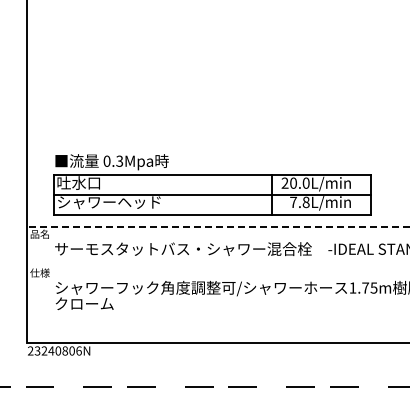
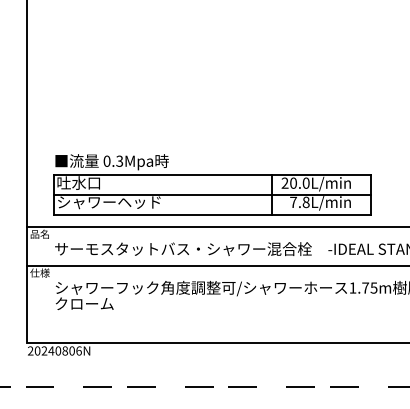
line at (217, 226): dashed -> solid
line at (216, 265): none -> present
text at (37, 350): 23240806N -> 20240806N
